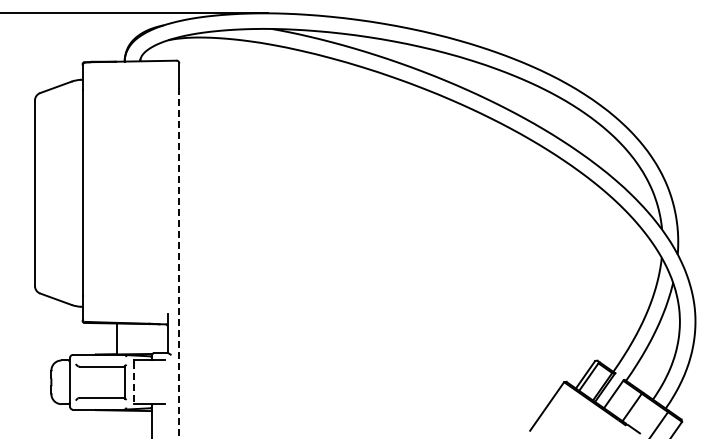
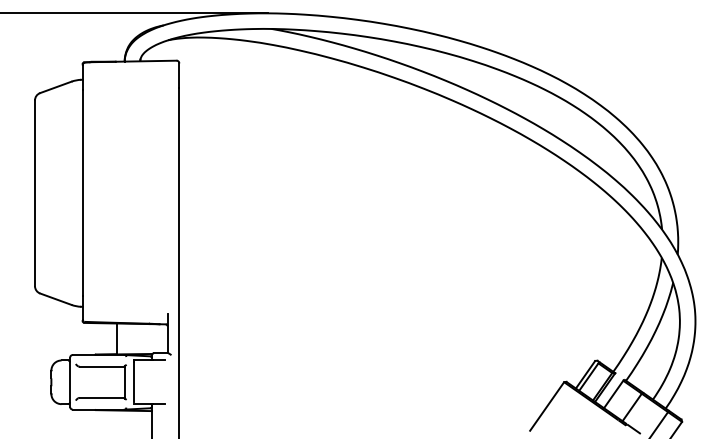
line at (179, 263): dashed -> solid
line at (134, 381): dashed -> solid
